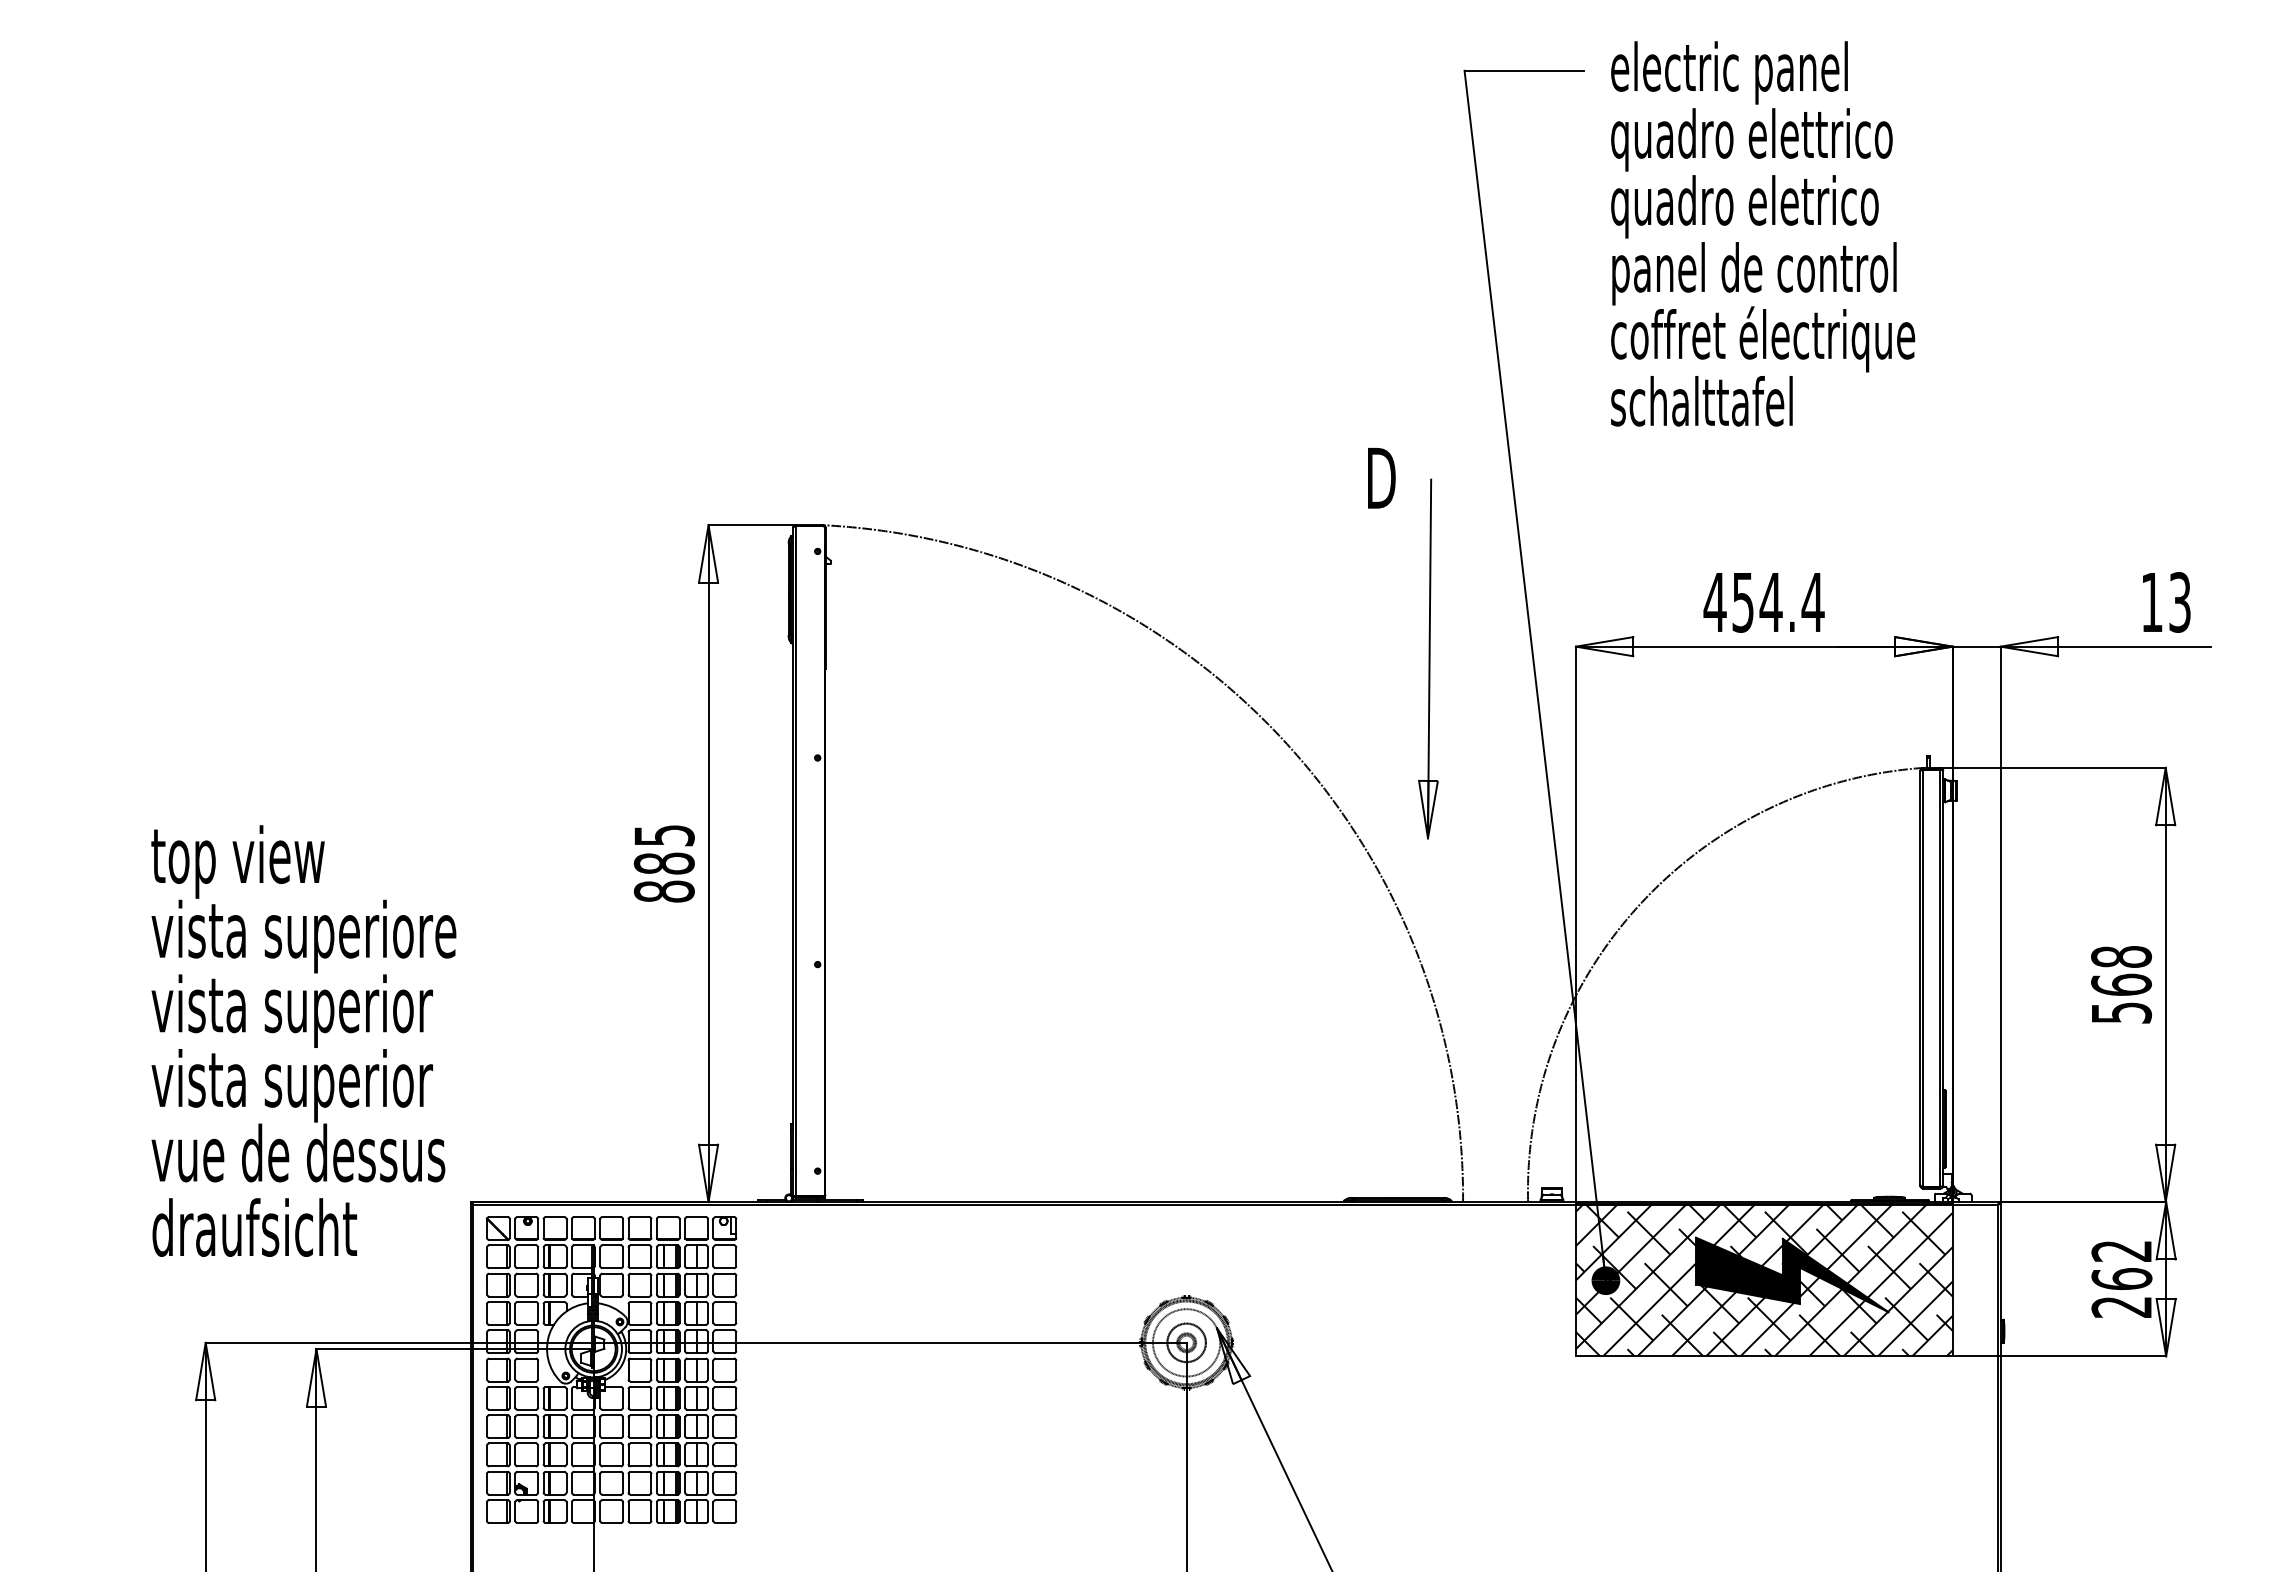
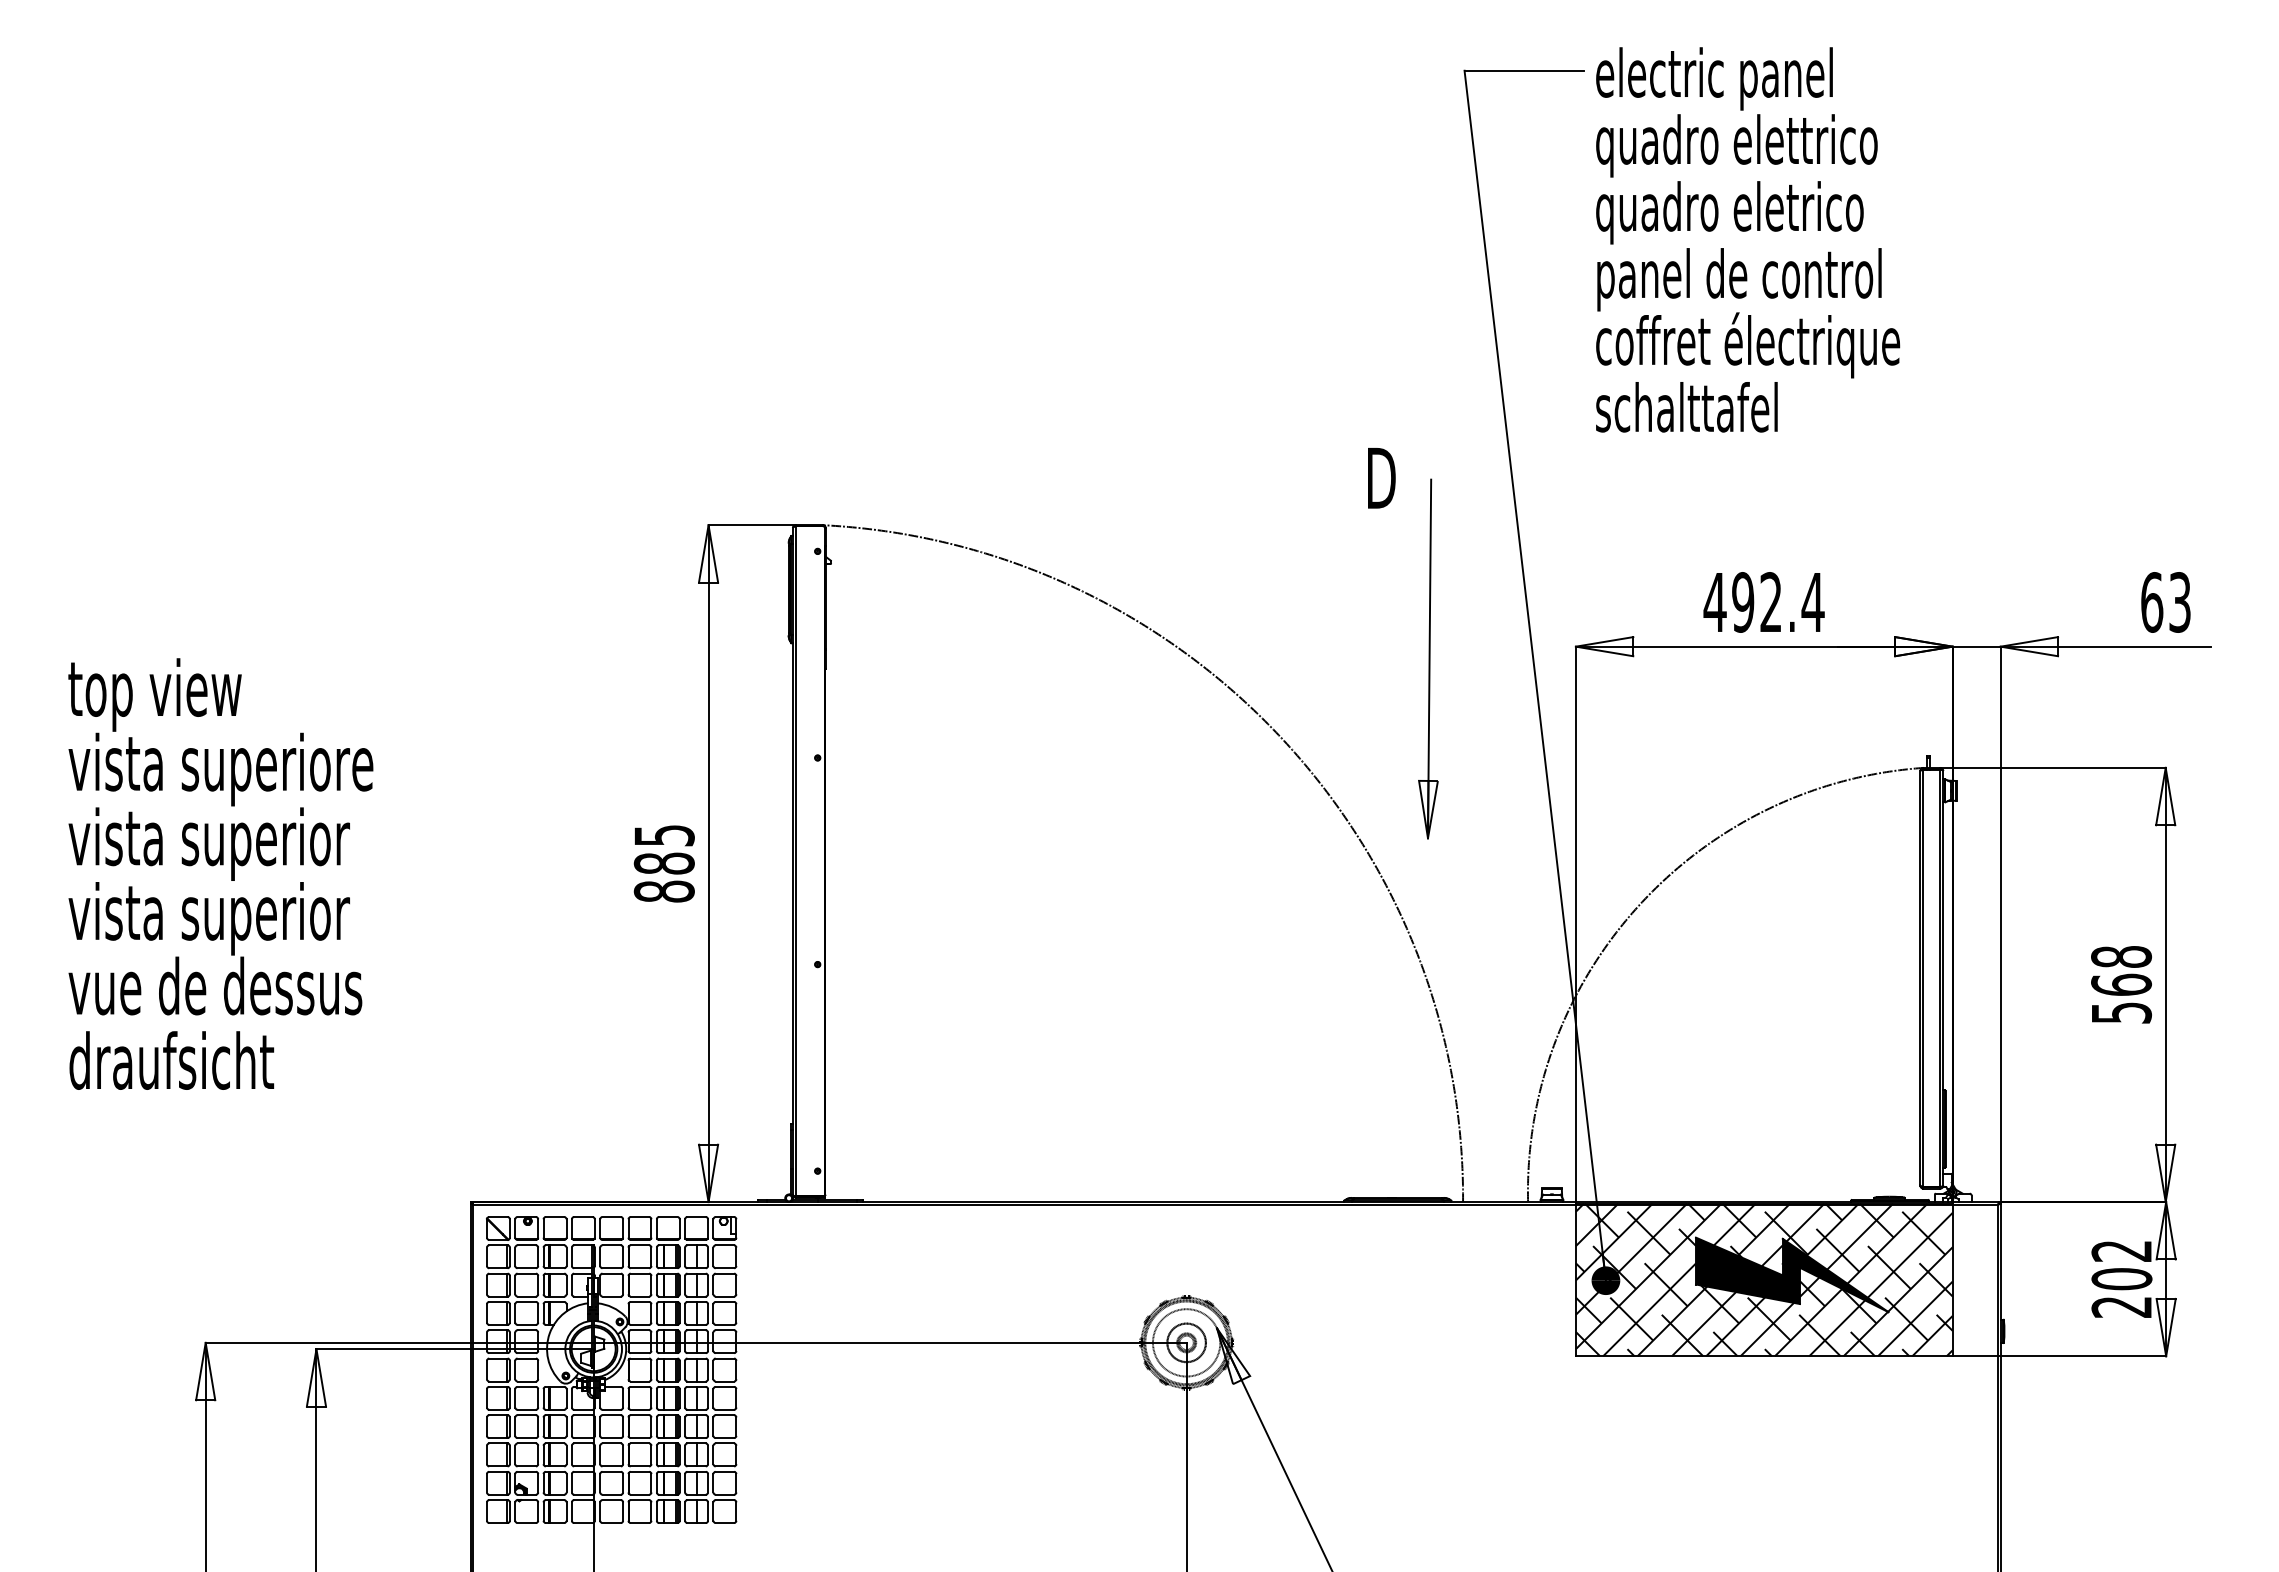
text at (1763, 233) position: (1763, 233) -> (1748, 239)
text at (1757, 602): 454.4 -> 492.4
text at (2152, 602): 13 -> 63
text at (303, 1040) position: (303, 1040) -> (220, 873)
text at (2121, 1279): 262 -> 202
